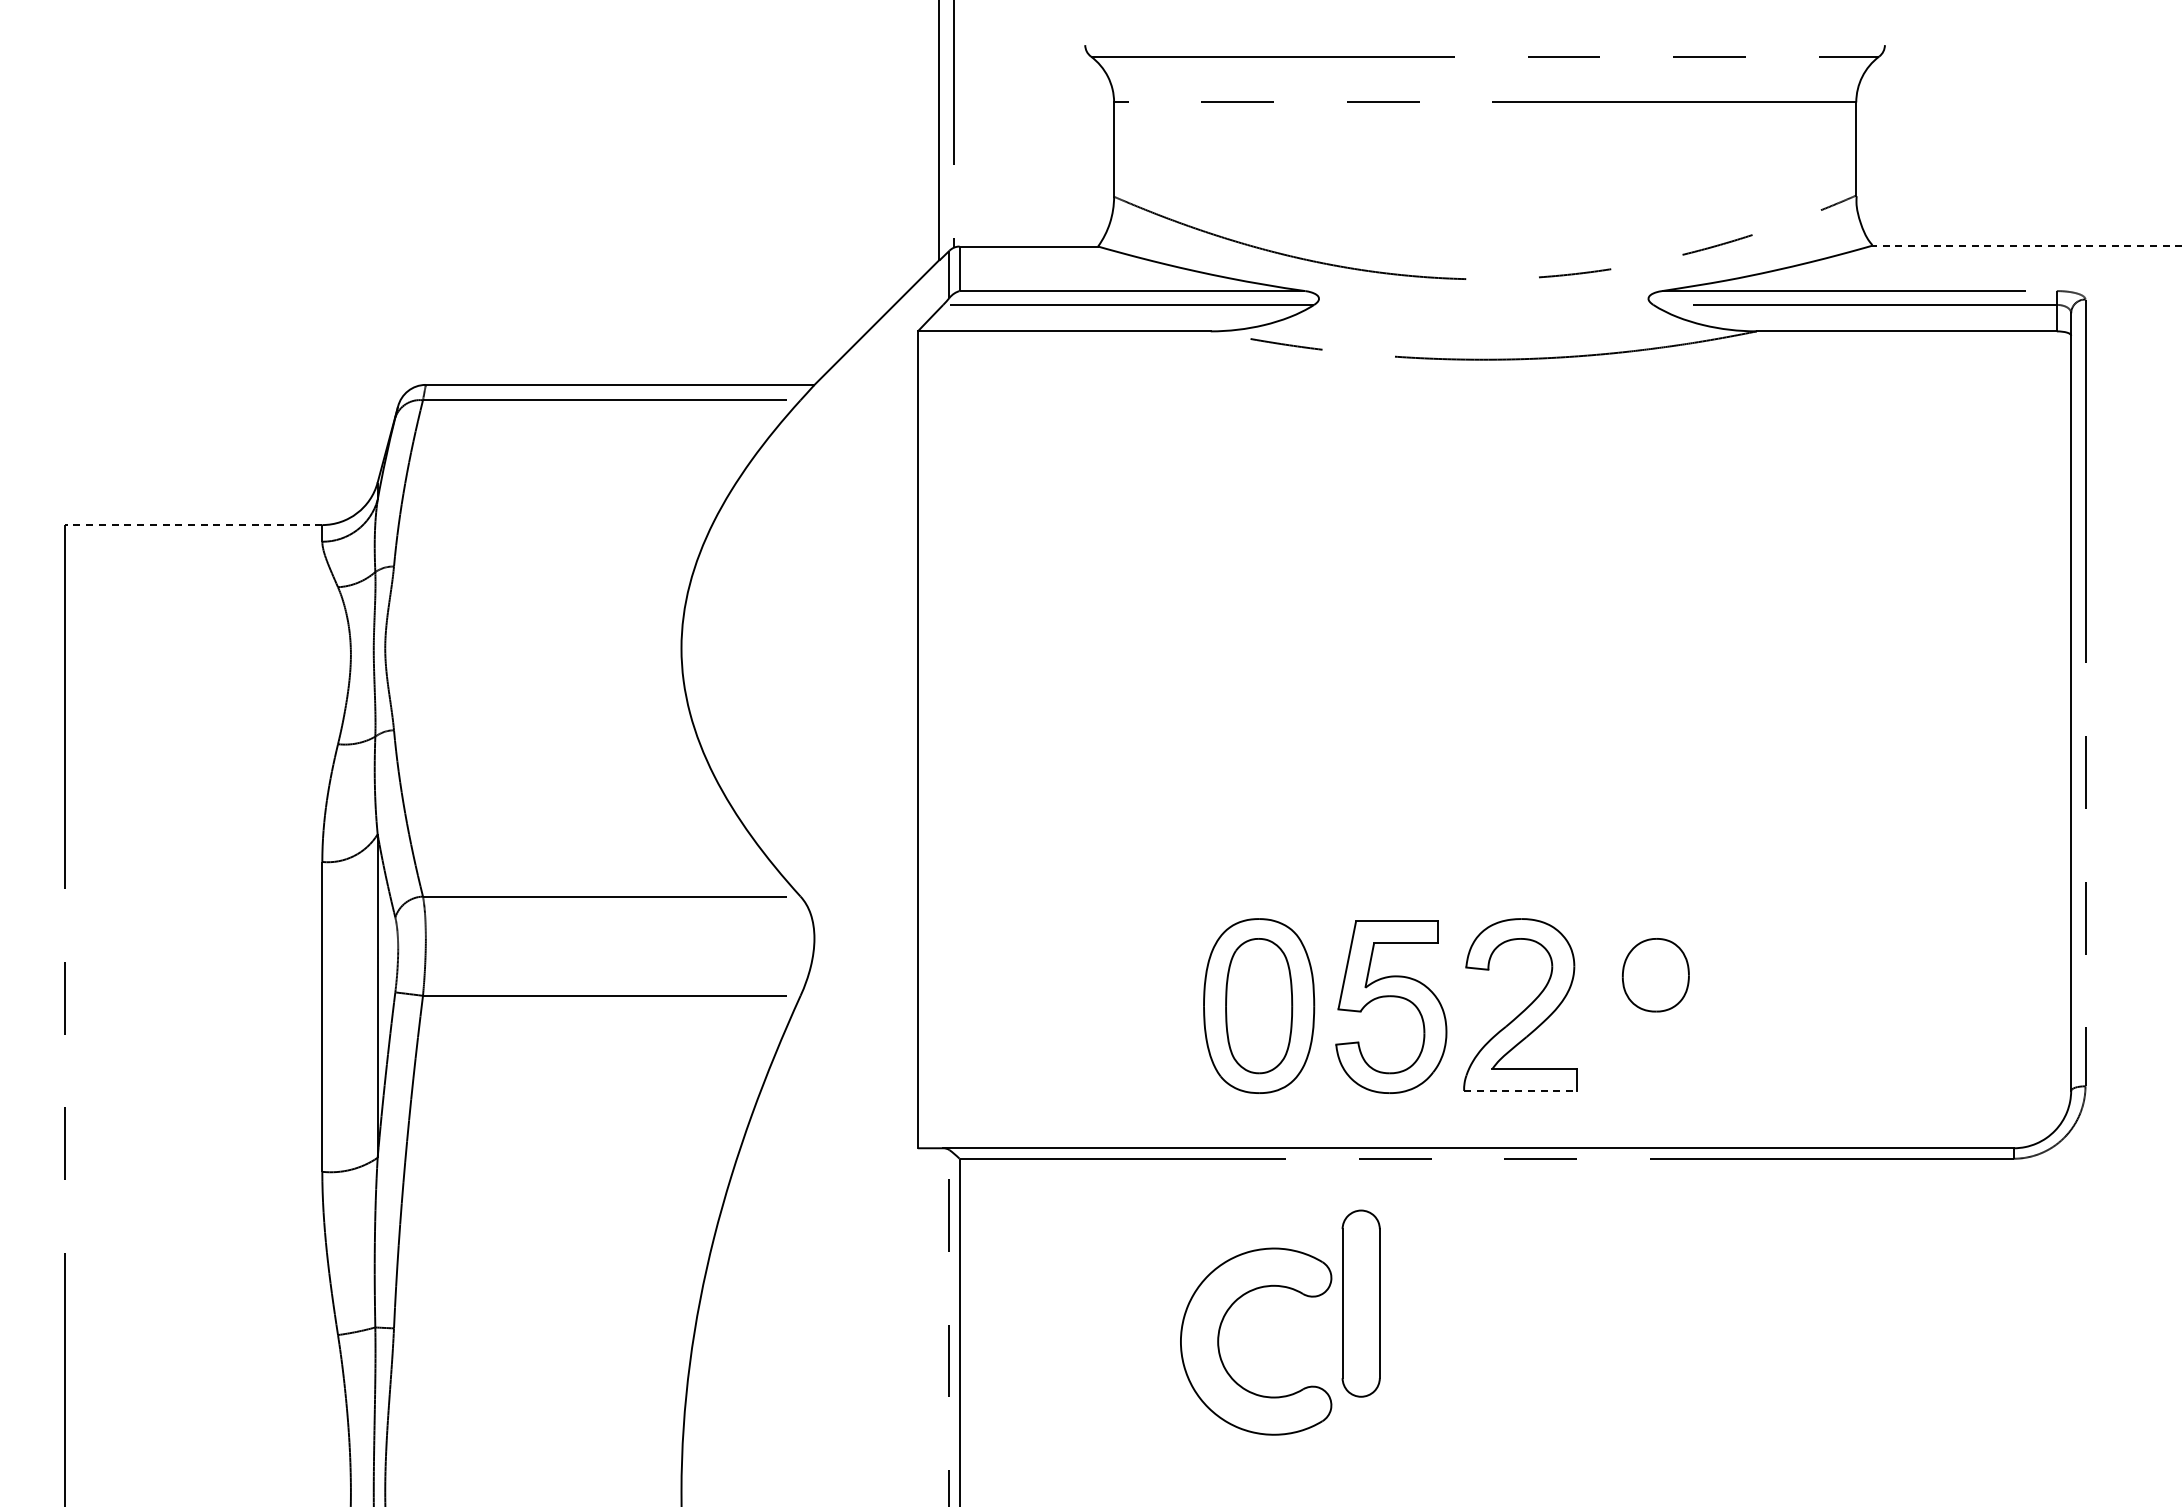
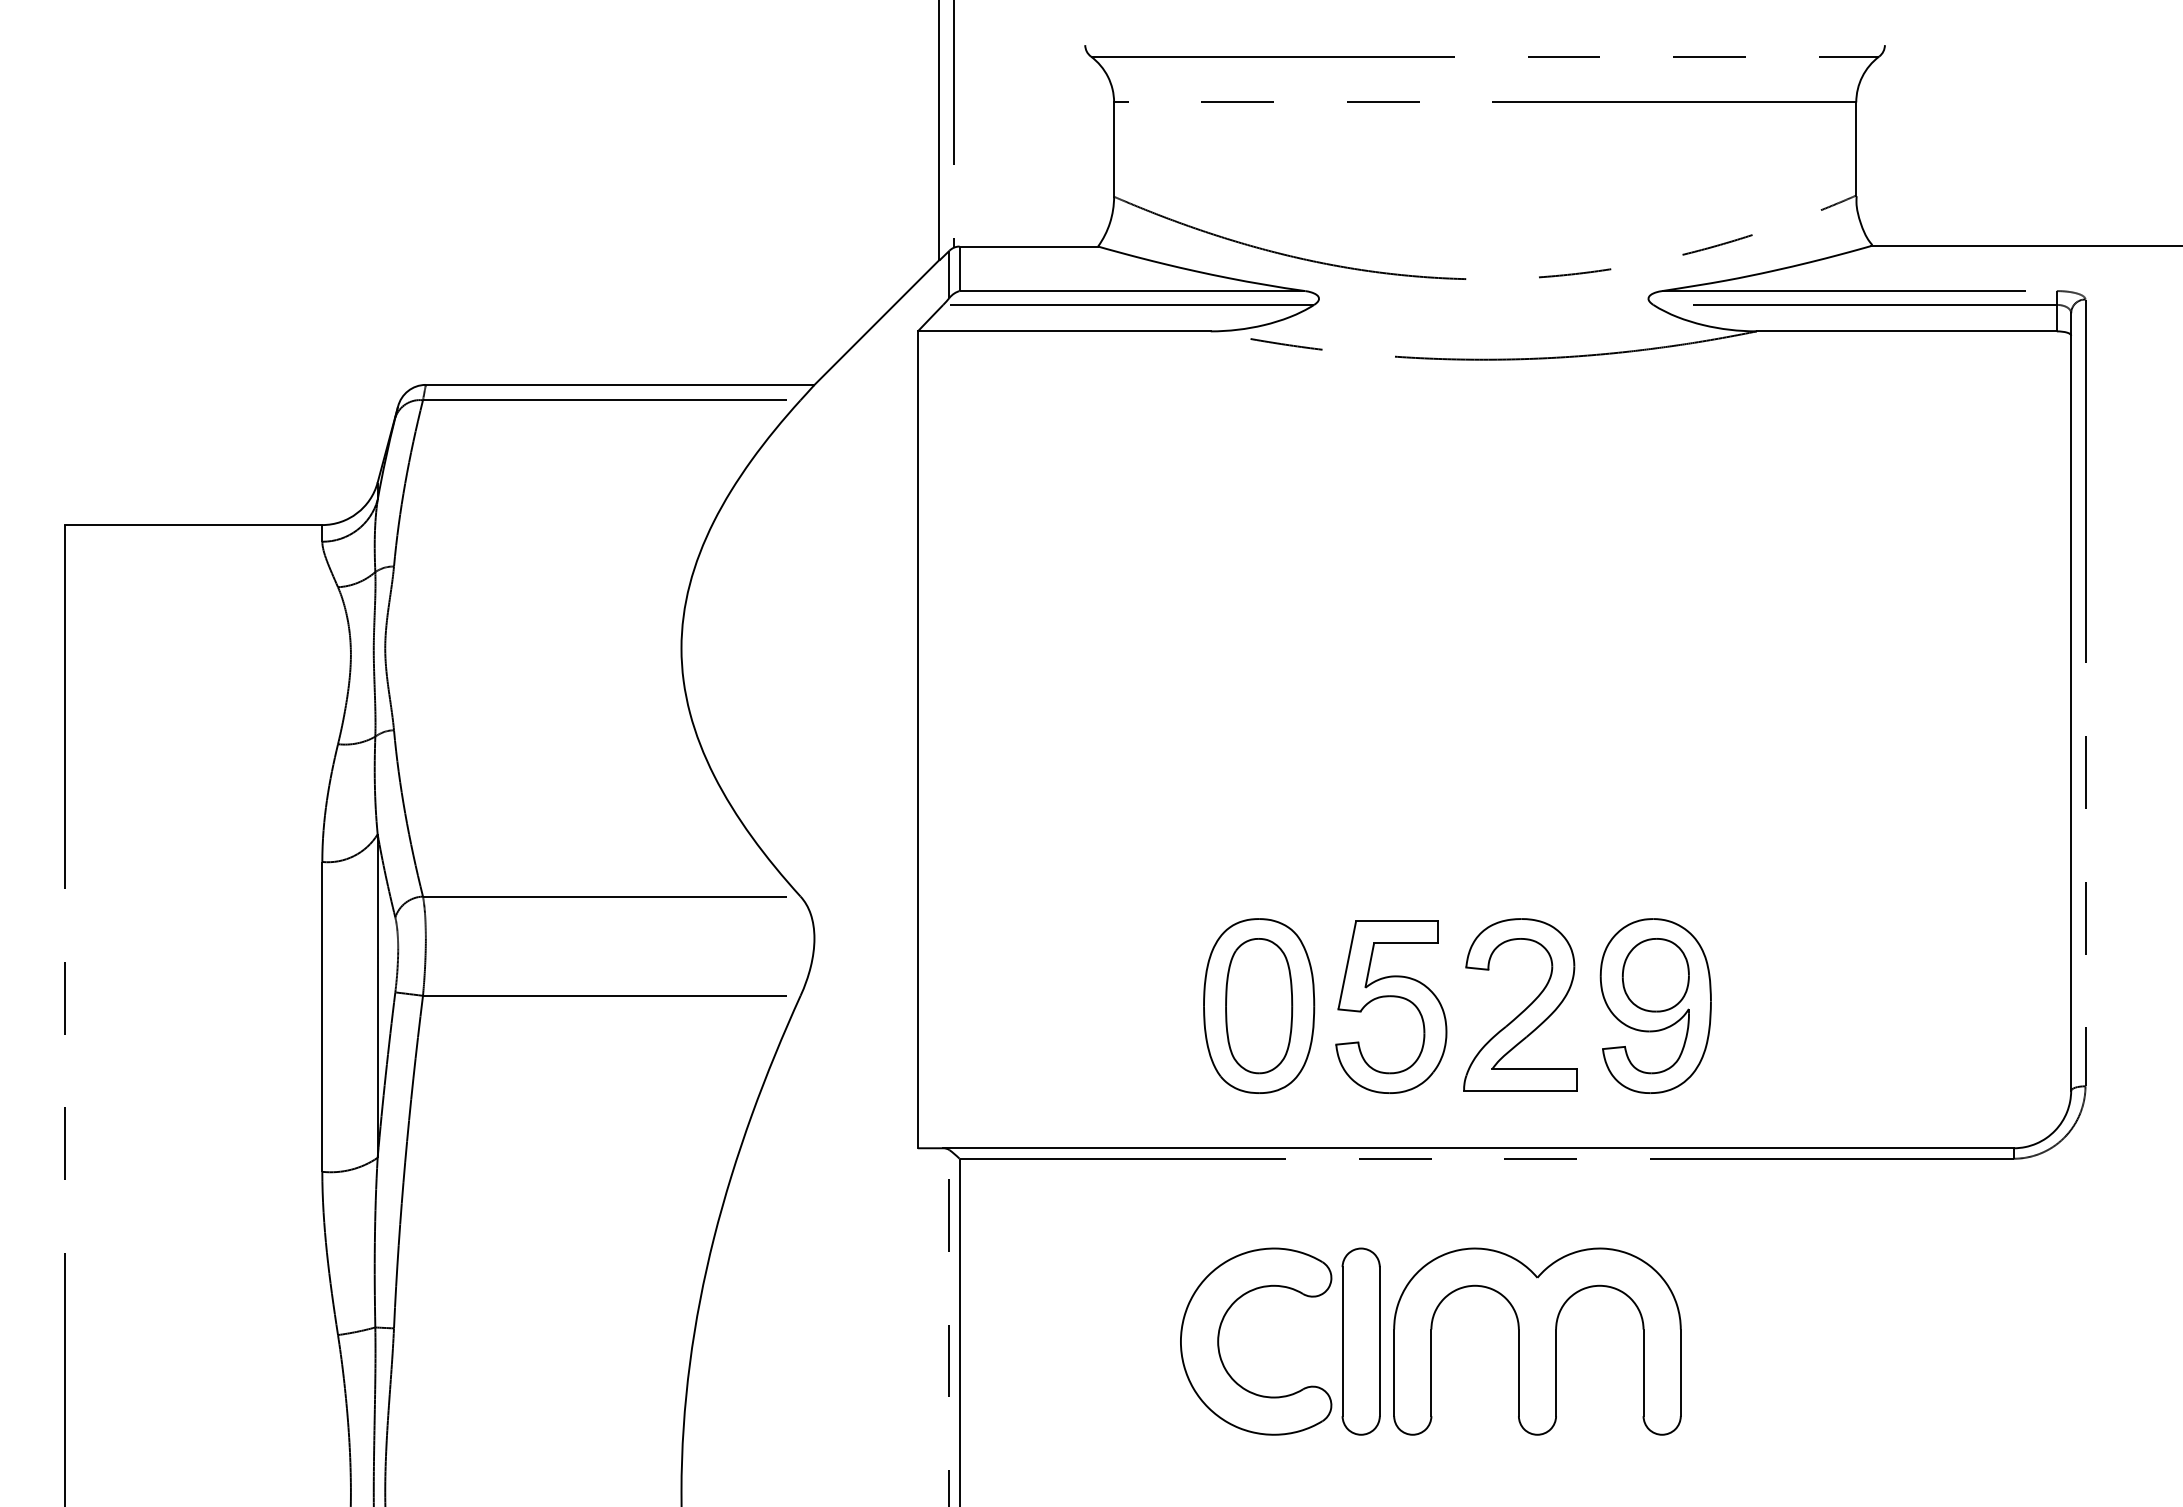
line at (2026, 245): dashed -> solid
line at (193, 525): dashed -> solid
part at (1655, 1005): none -> present
line at (1520, 1090): dashed -> solid
part at (1360, 1303) position: (1360, 1303) -> (1360, 1341)
part at (1537, 1341): none -> present
